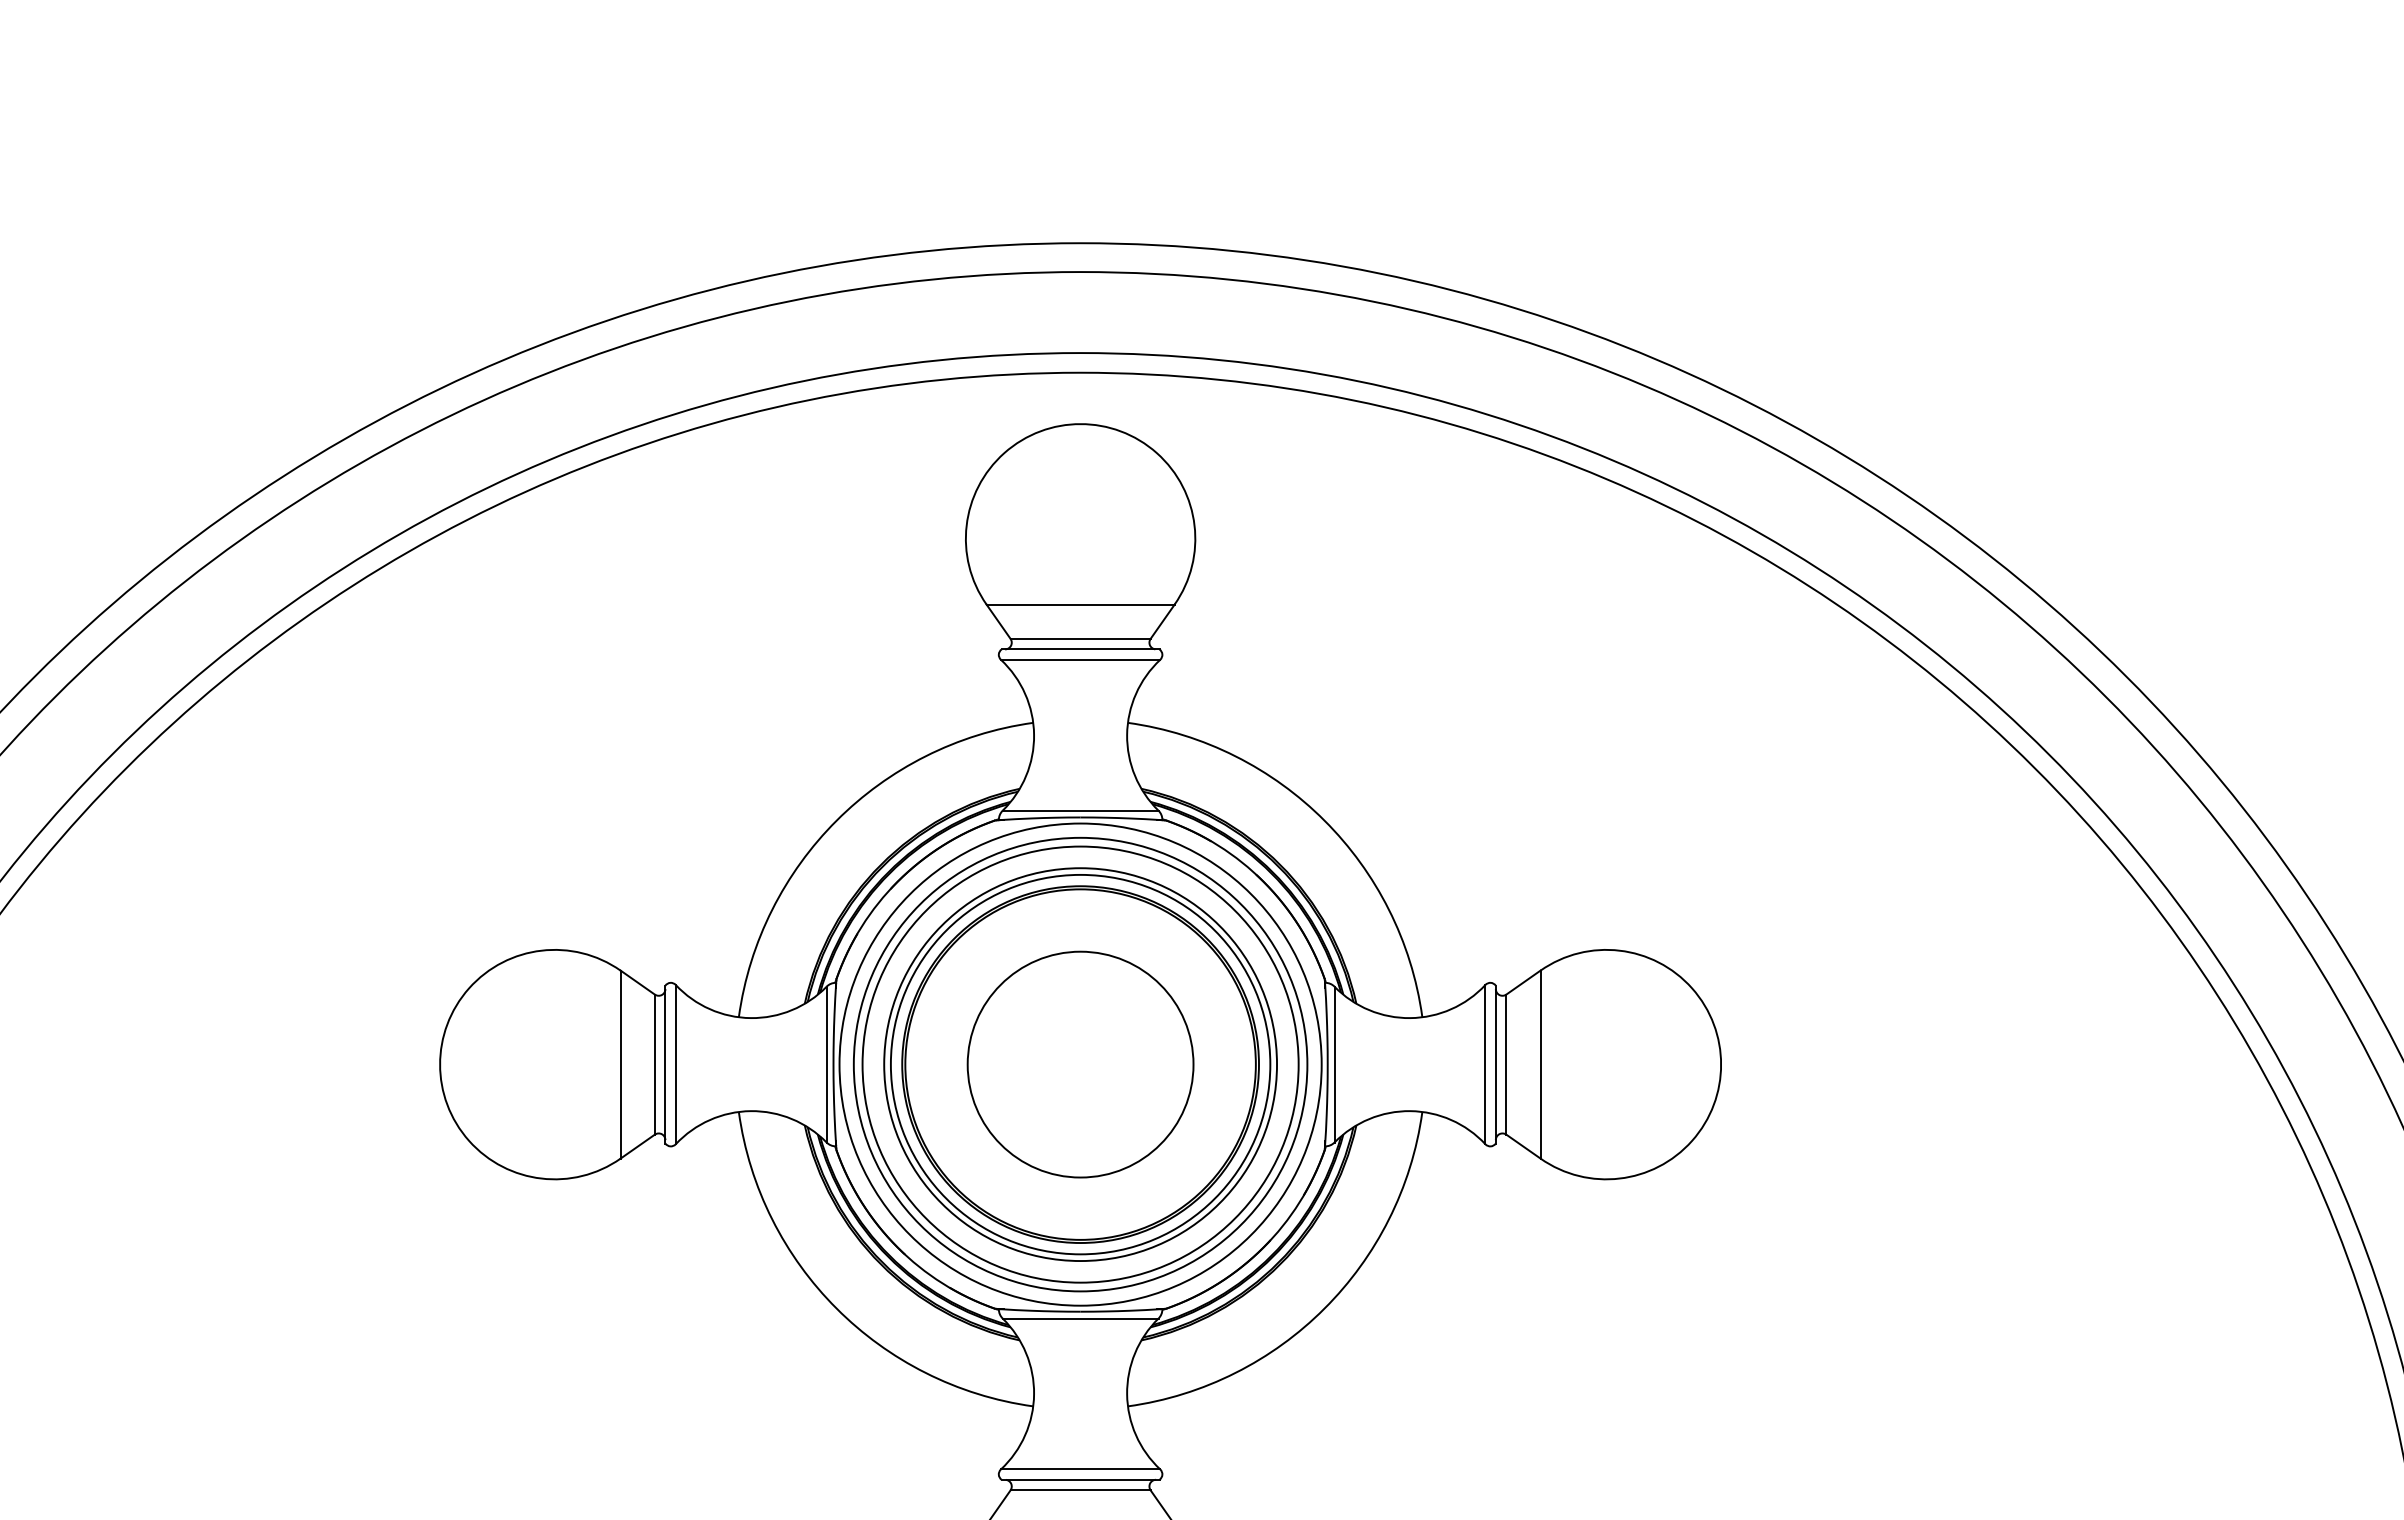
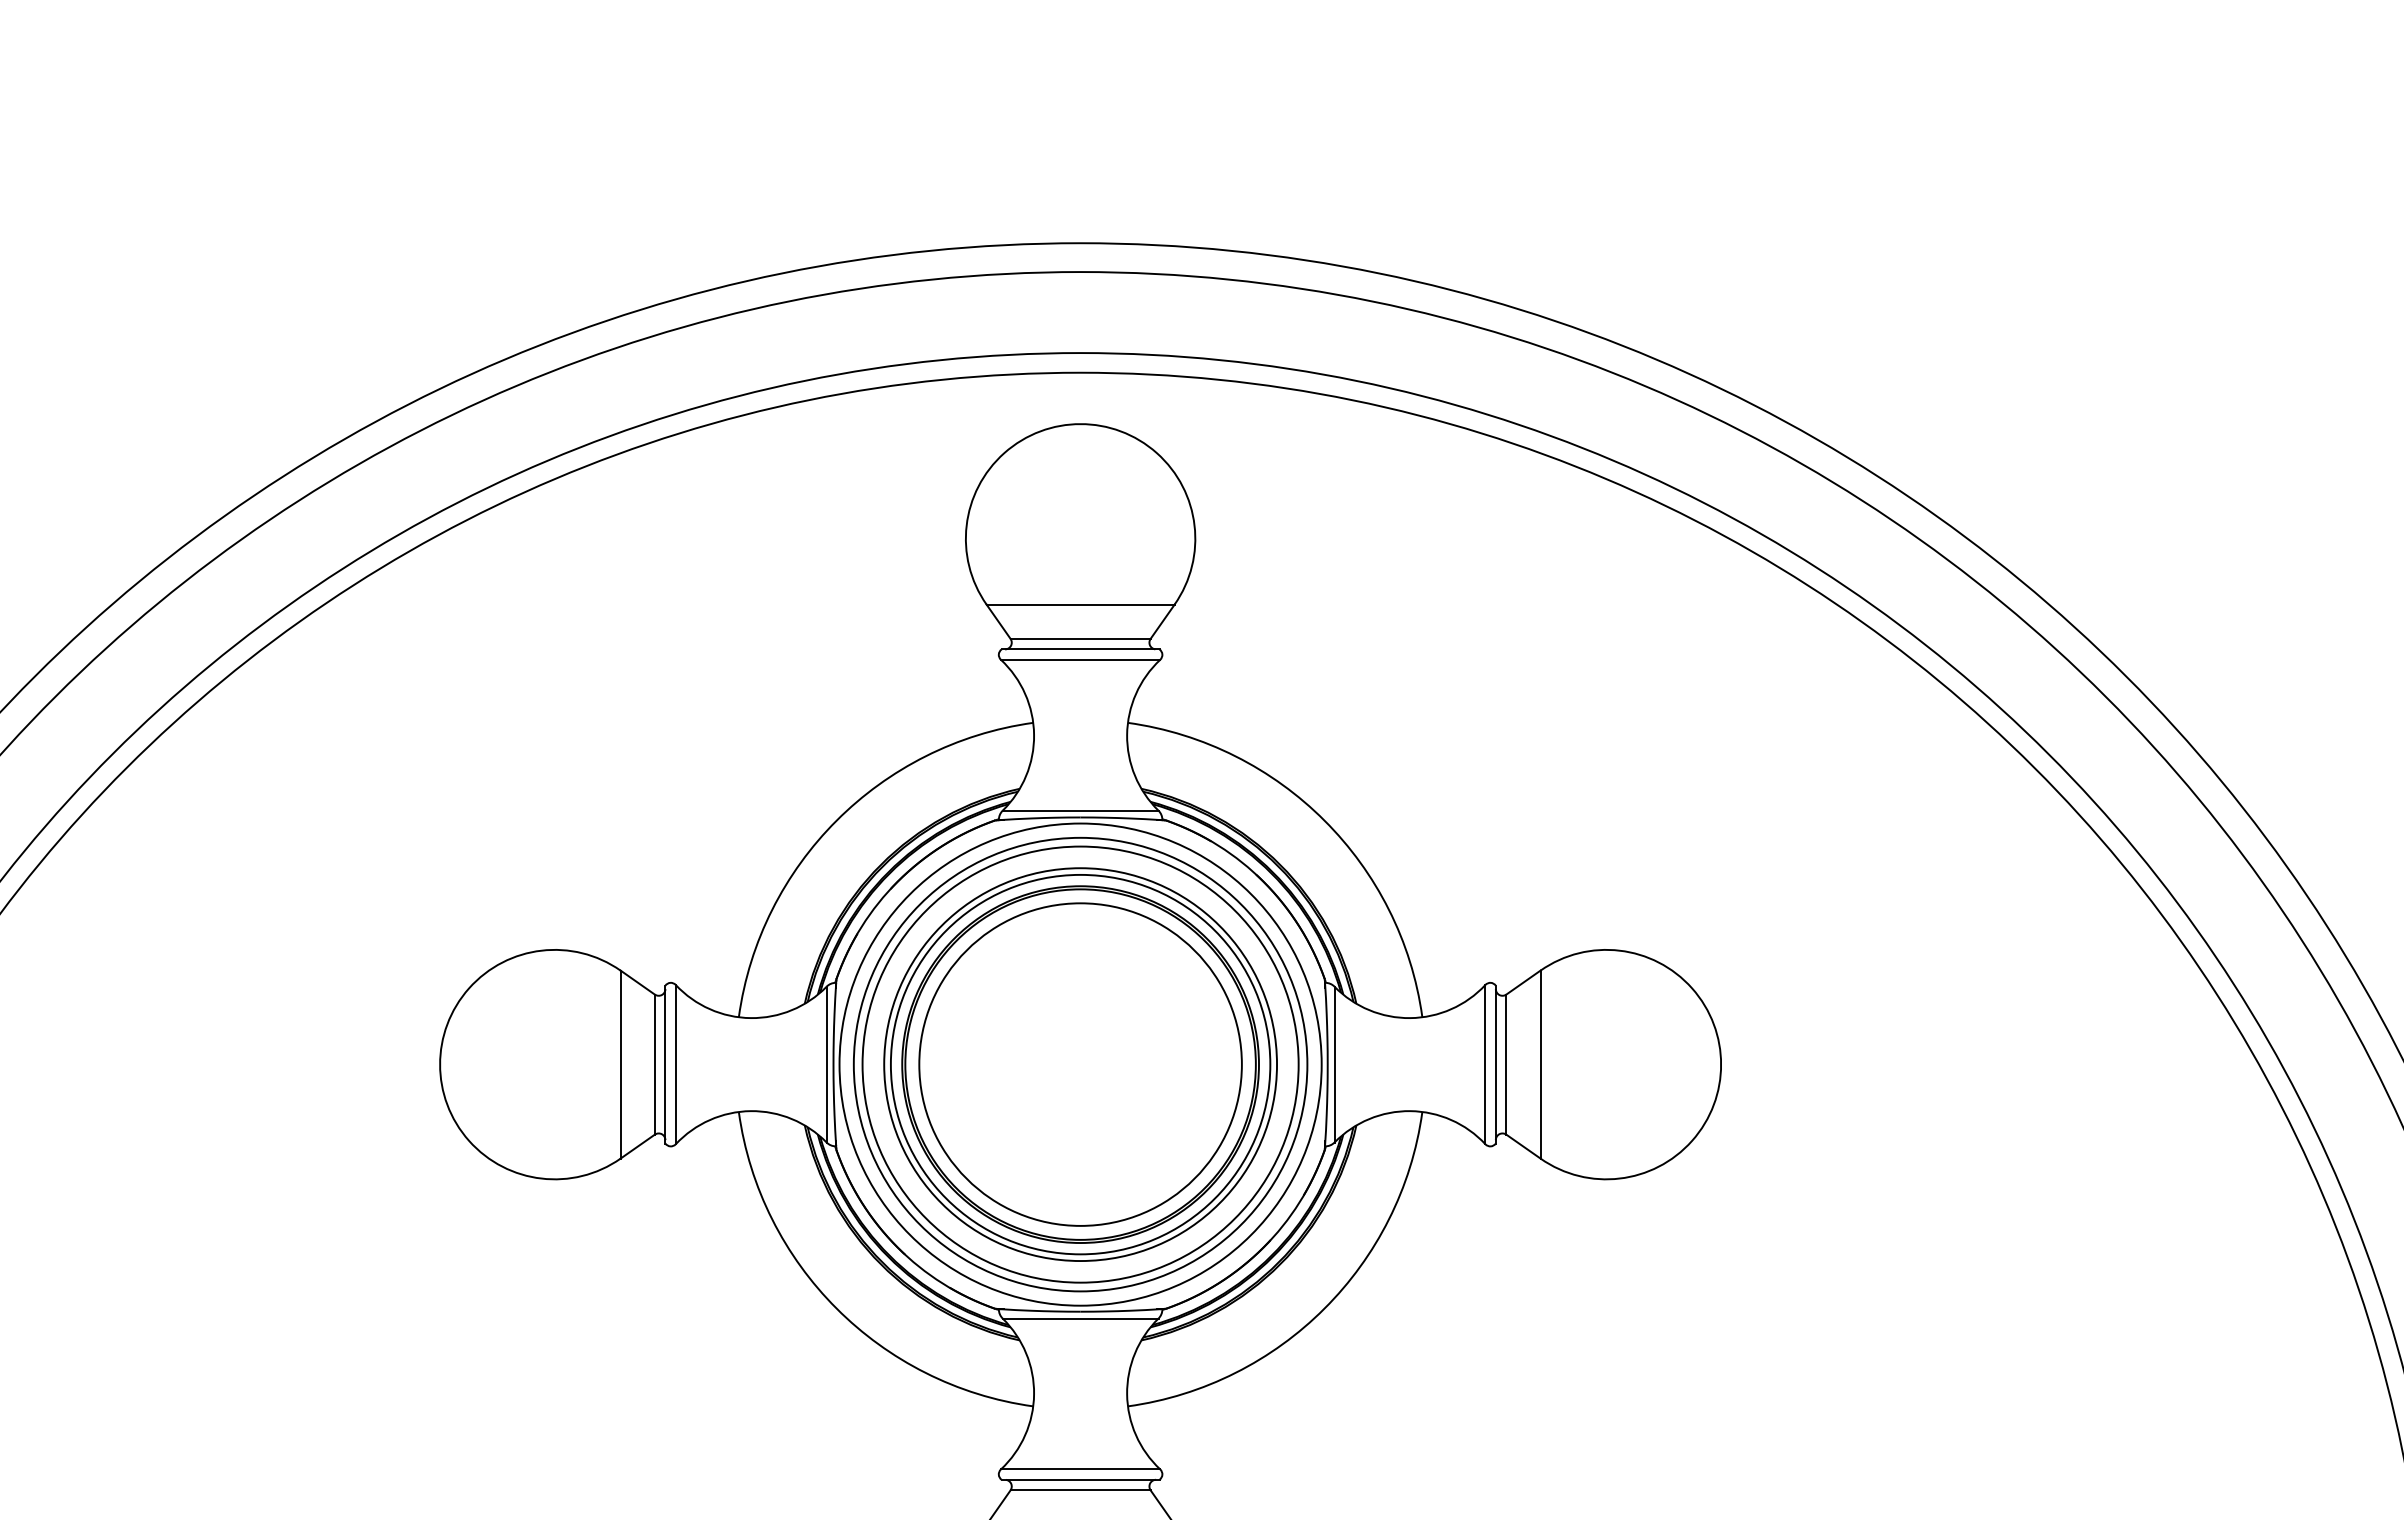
circle at (1080, 1064) diameter: 226 px -> 323 px
